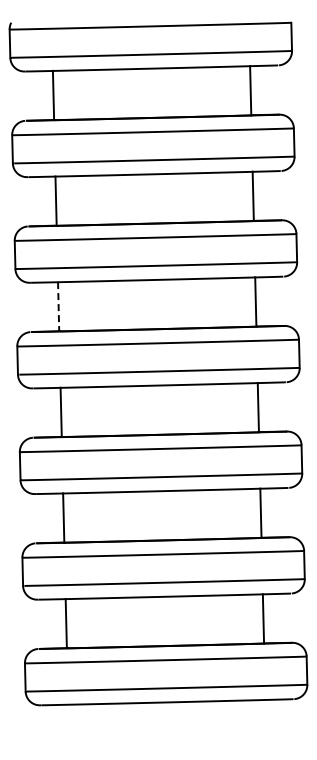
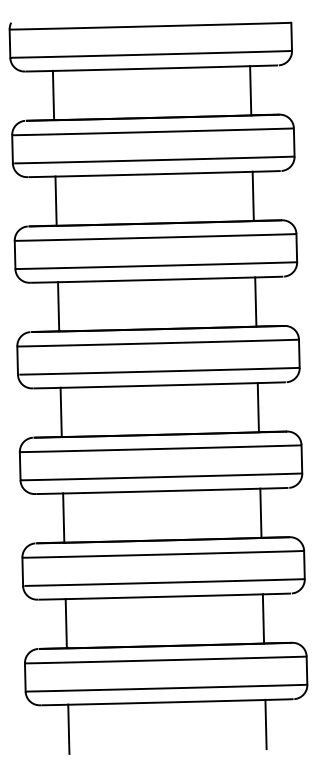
line at (58, 306): dashed -> solid
line at (265, 724): none -> present
line at (68, 728): none -> present
